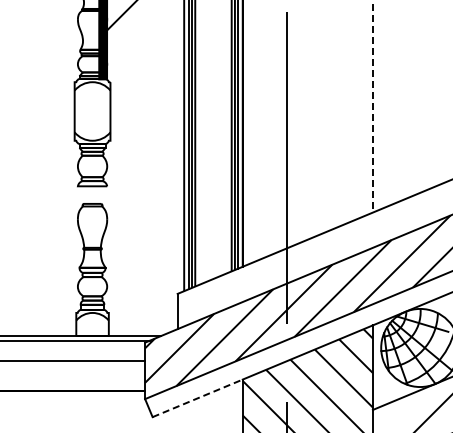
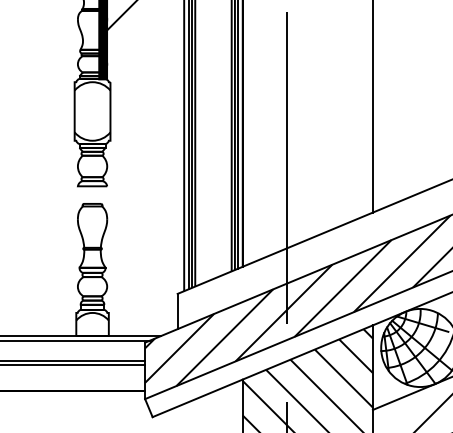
line at (372, 106): dashed -> solid
line at (73, 365): none -> present
line at (197, 398): dashed -> solid
